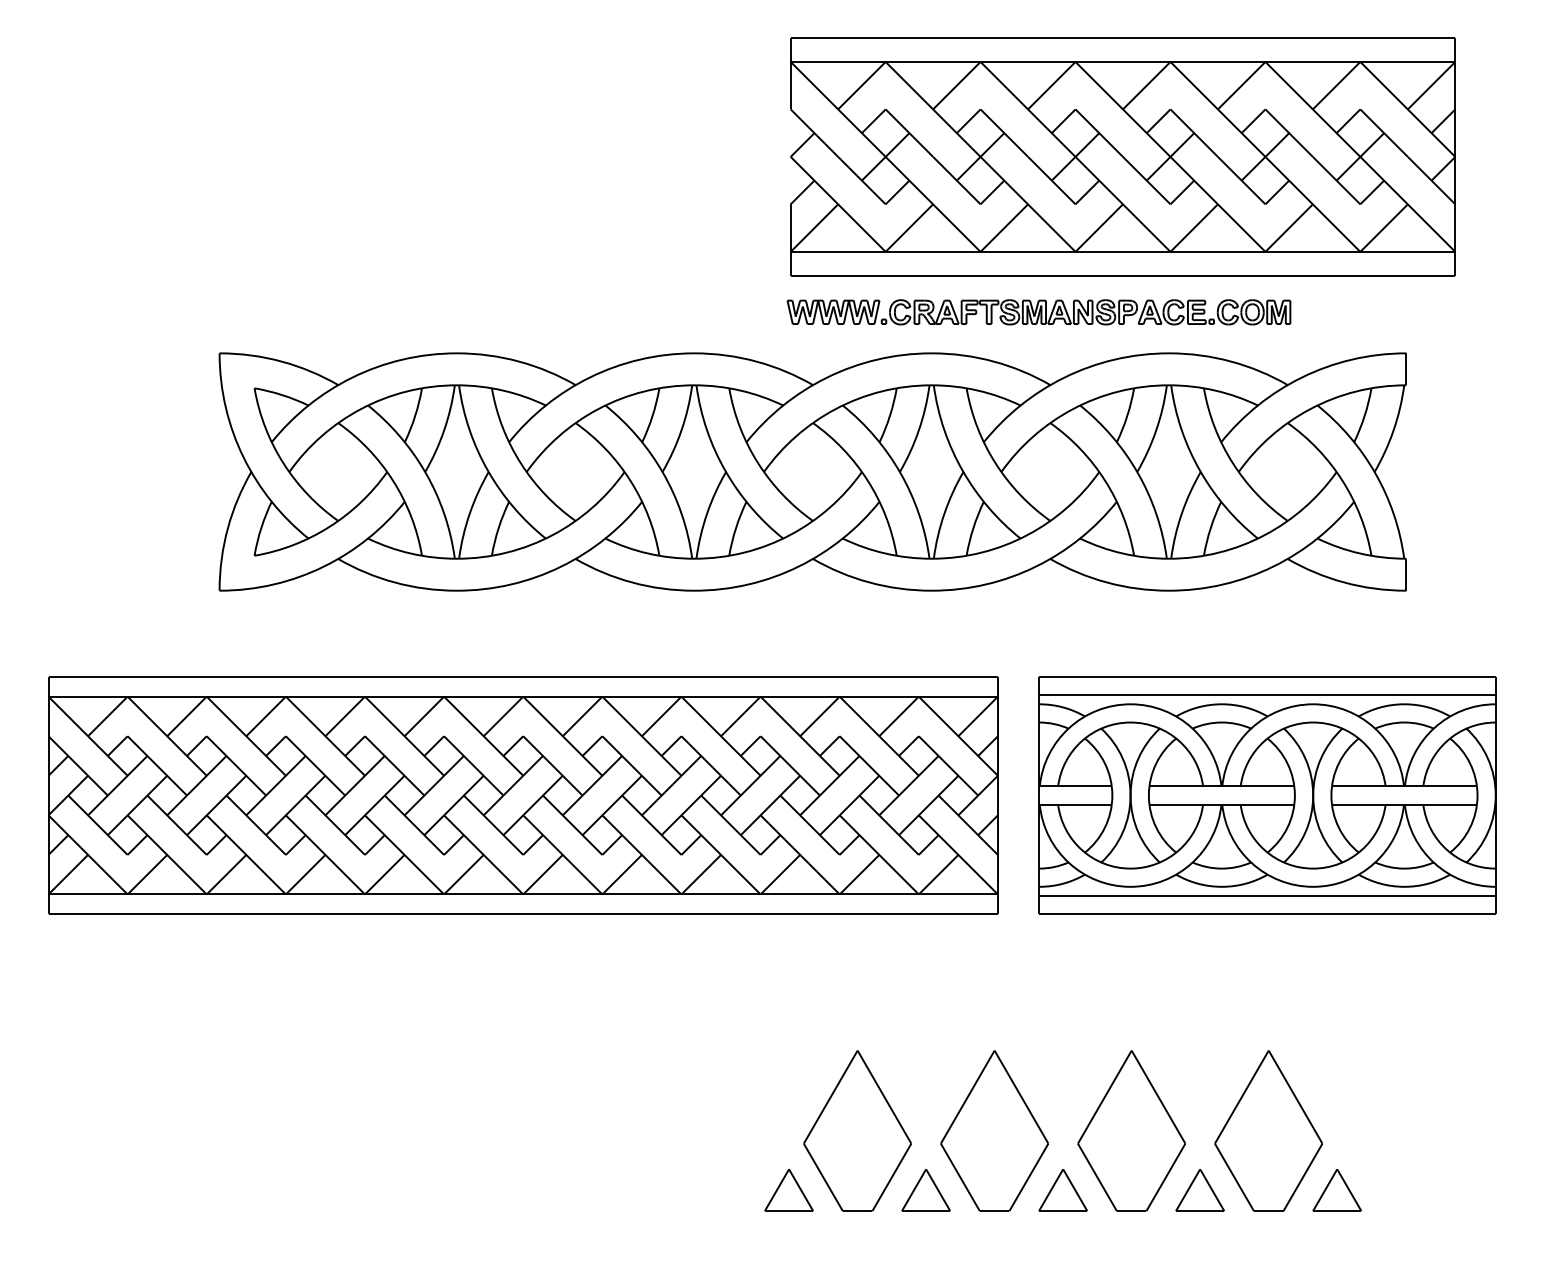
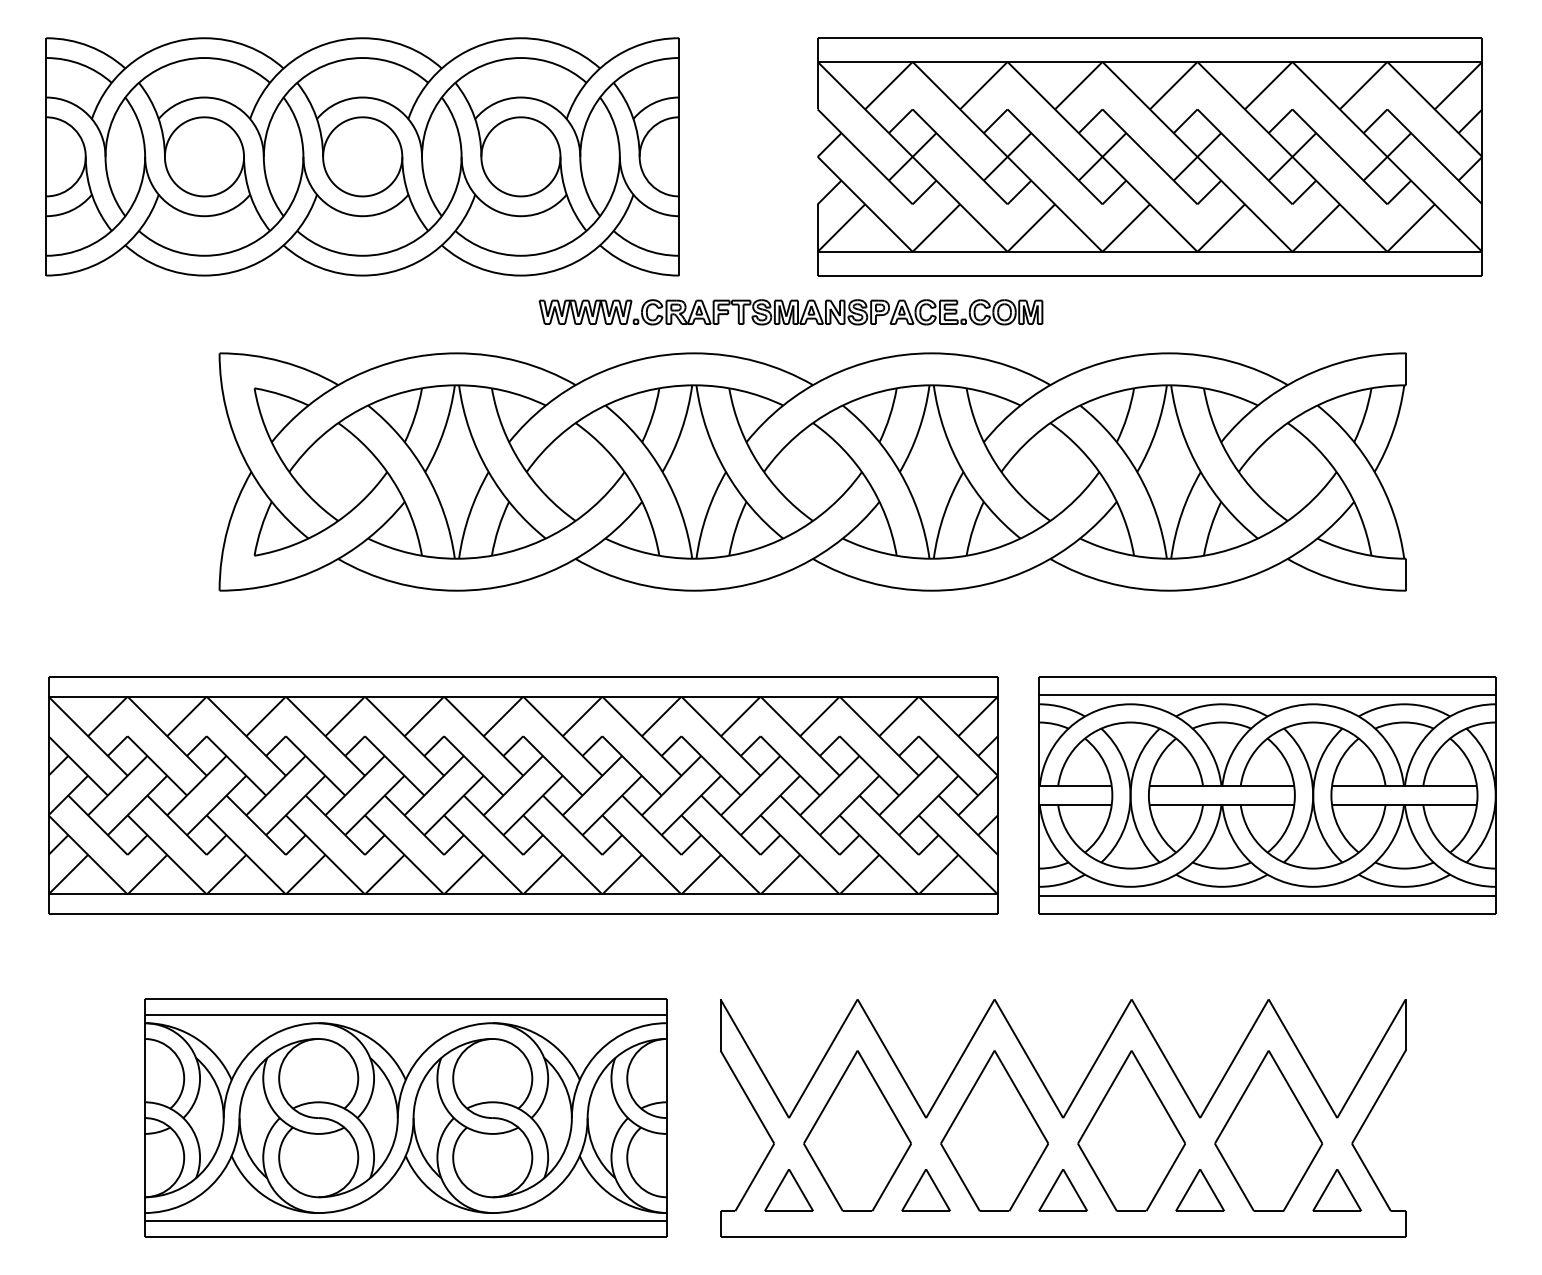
part at (362, 156): none -> present
part at (1122, 156) position: (1122, 156) -> (1149, 156)
part at (1038, 312) position: (1038, 312) -> (790, 312)
part at (405, 1117): none -> present
part at (1063, 1118): none -> present
